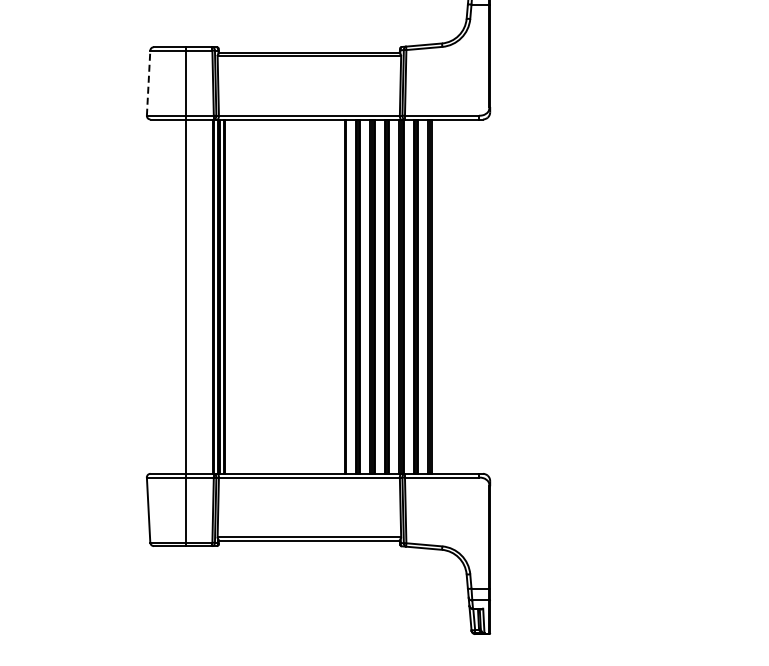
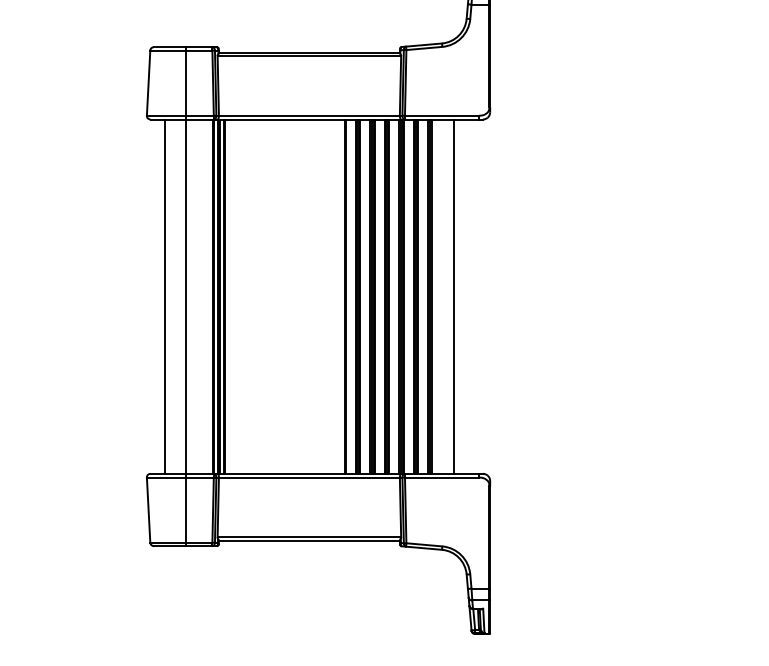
line at (148, 83): dashed -> solid
line at (164, 296): none -> present
line at (454, 296): none -> present
